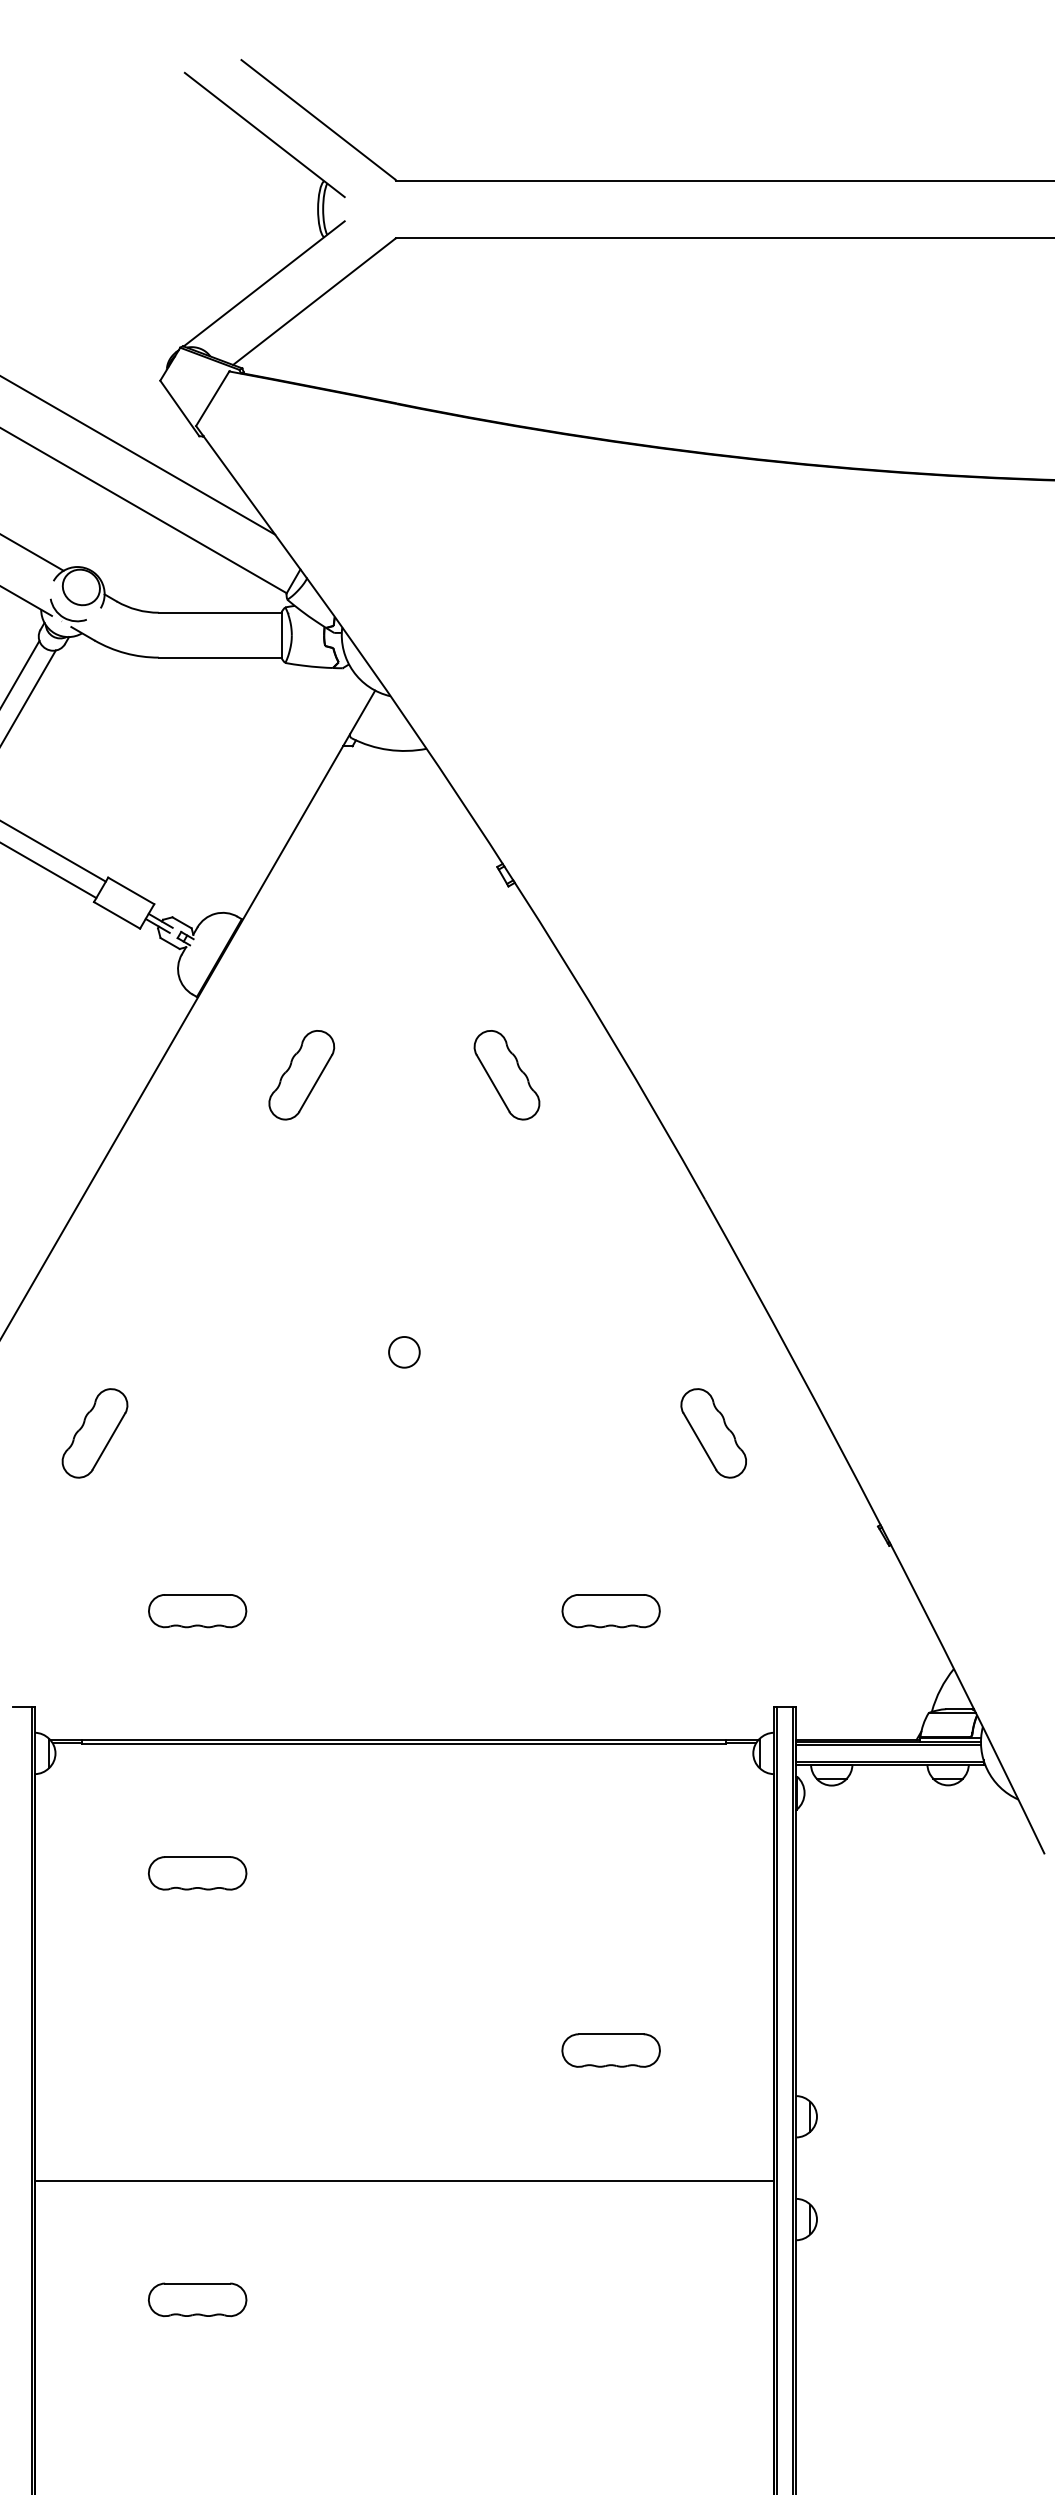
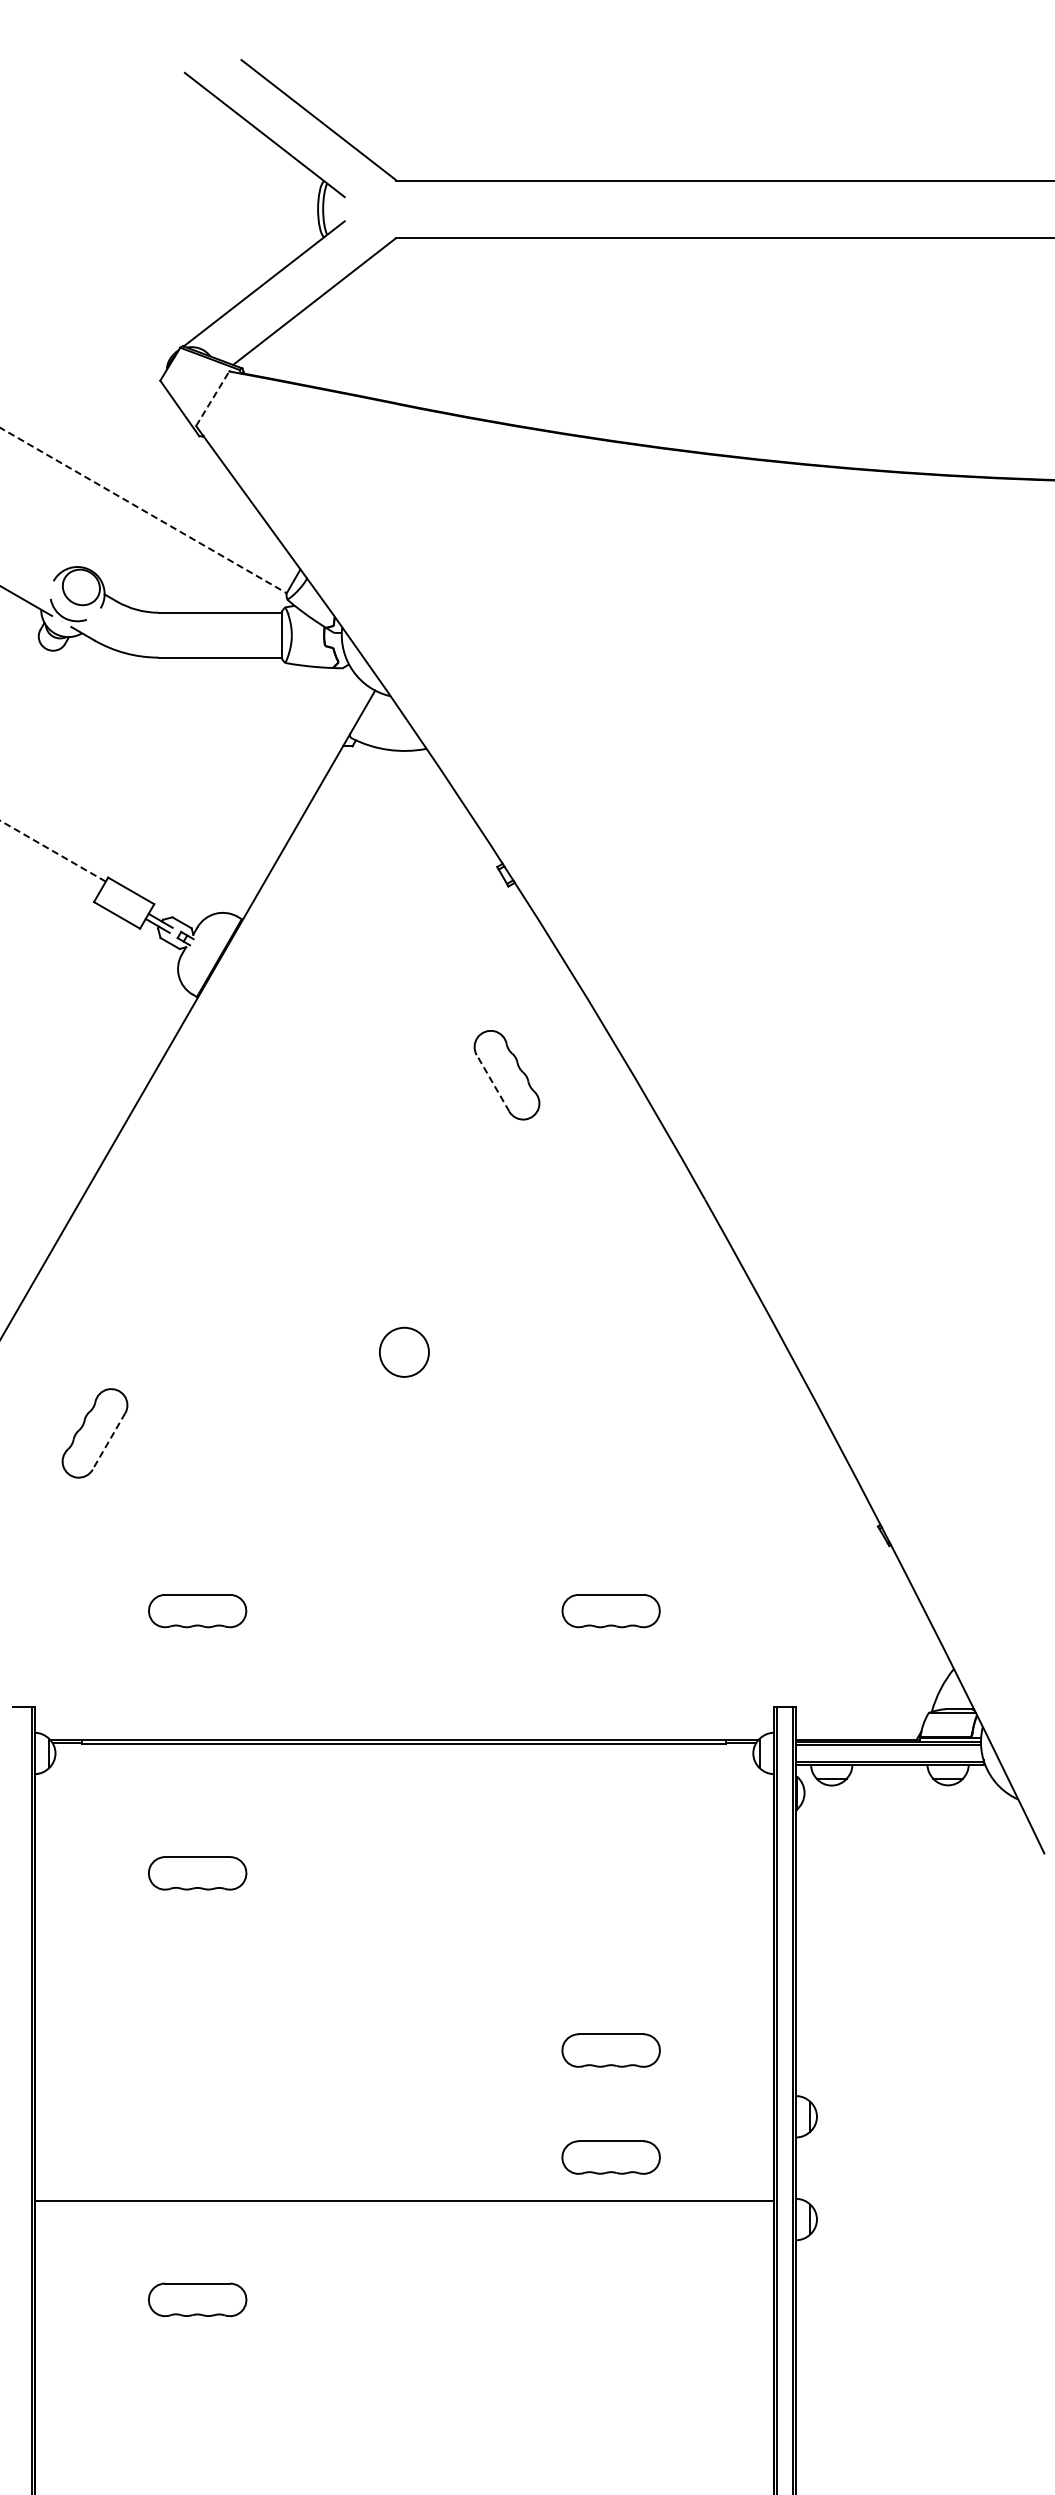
line at (212, 398): solid -> dashed
line at (138, 455): present -> none
line at (143, 510): solid -> dashed
line at (32, 552): present -> none
line at (20, 672): present -> none
line at (28, 696): present -> none
line at (53, 851): solid -> dashed
line at (49, 870): present -> none
part at (301, 1075): present -> none
line at (492, 1082): solid -> dashed
circle at (404, 1351) diameter: 31 px -> 49 px
part at (713, 1433): present -> none
line at (108, 1441): solid -> dashed
part at (610, 2157): none -> present
line at (404, 2180) position: (404, 2180) -> (404, 2200)
